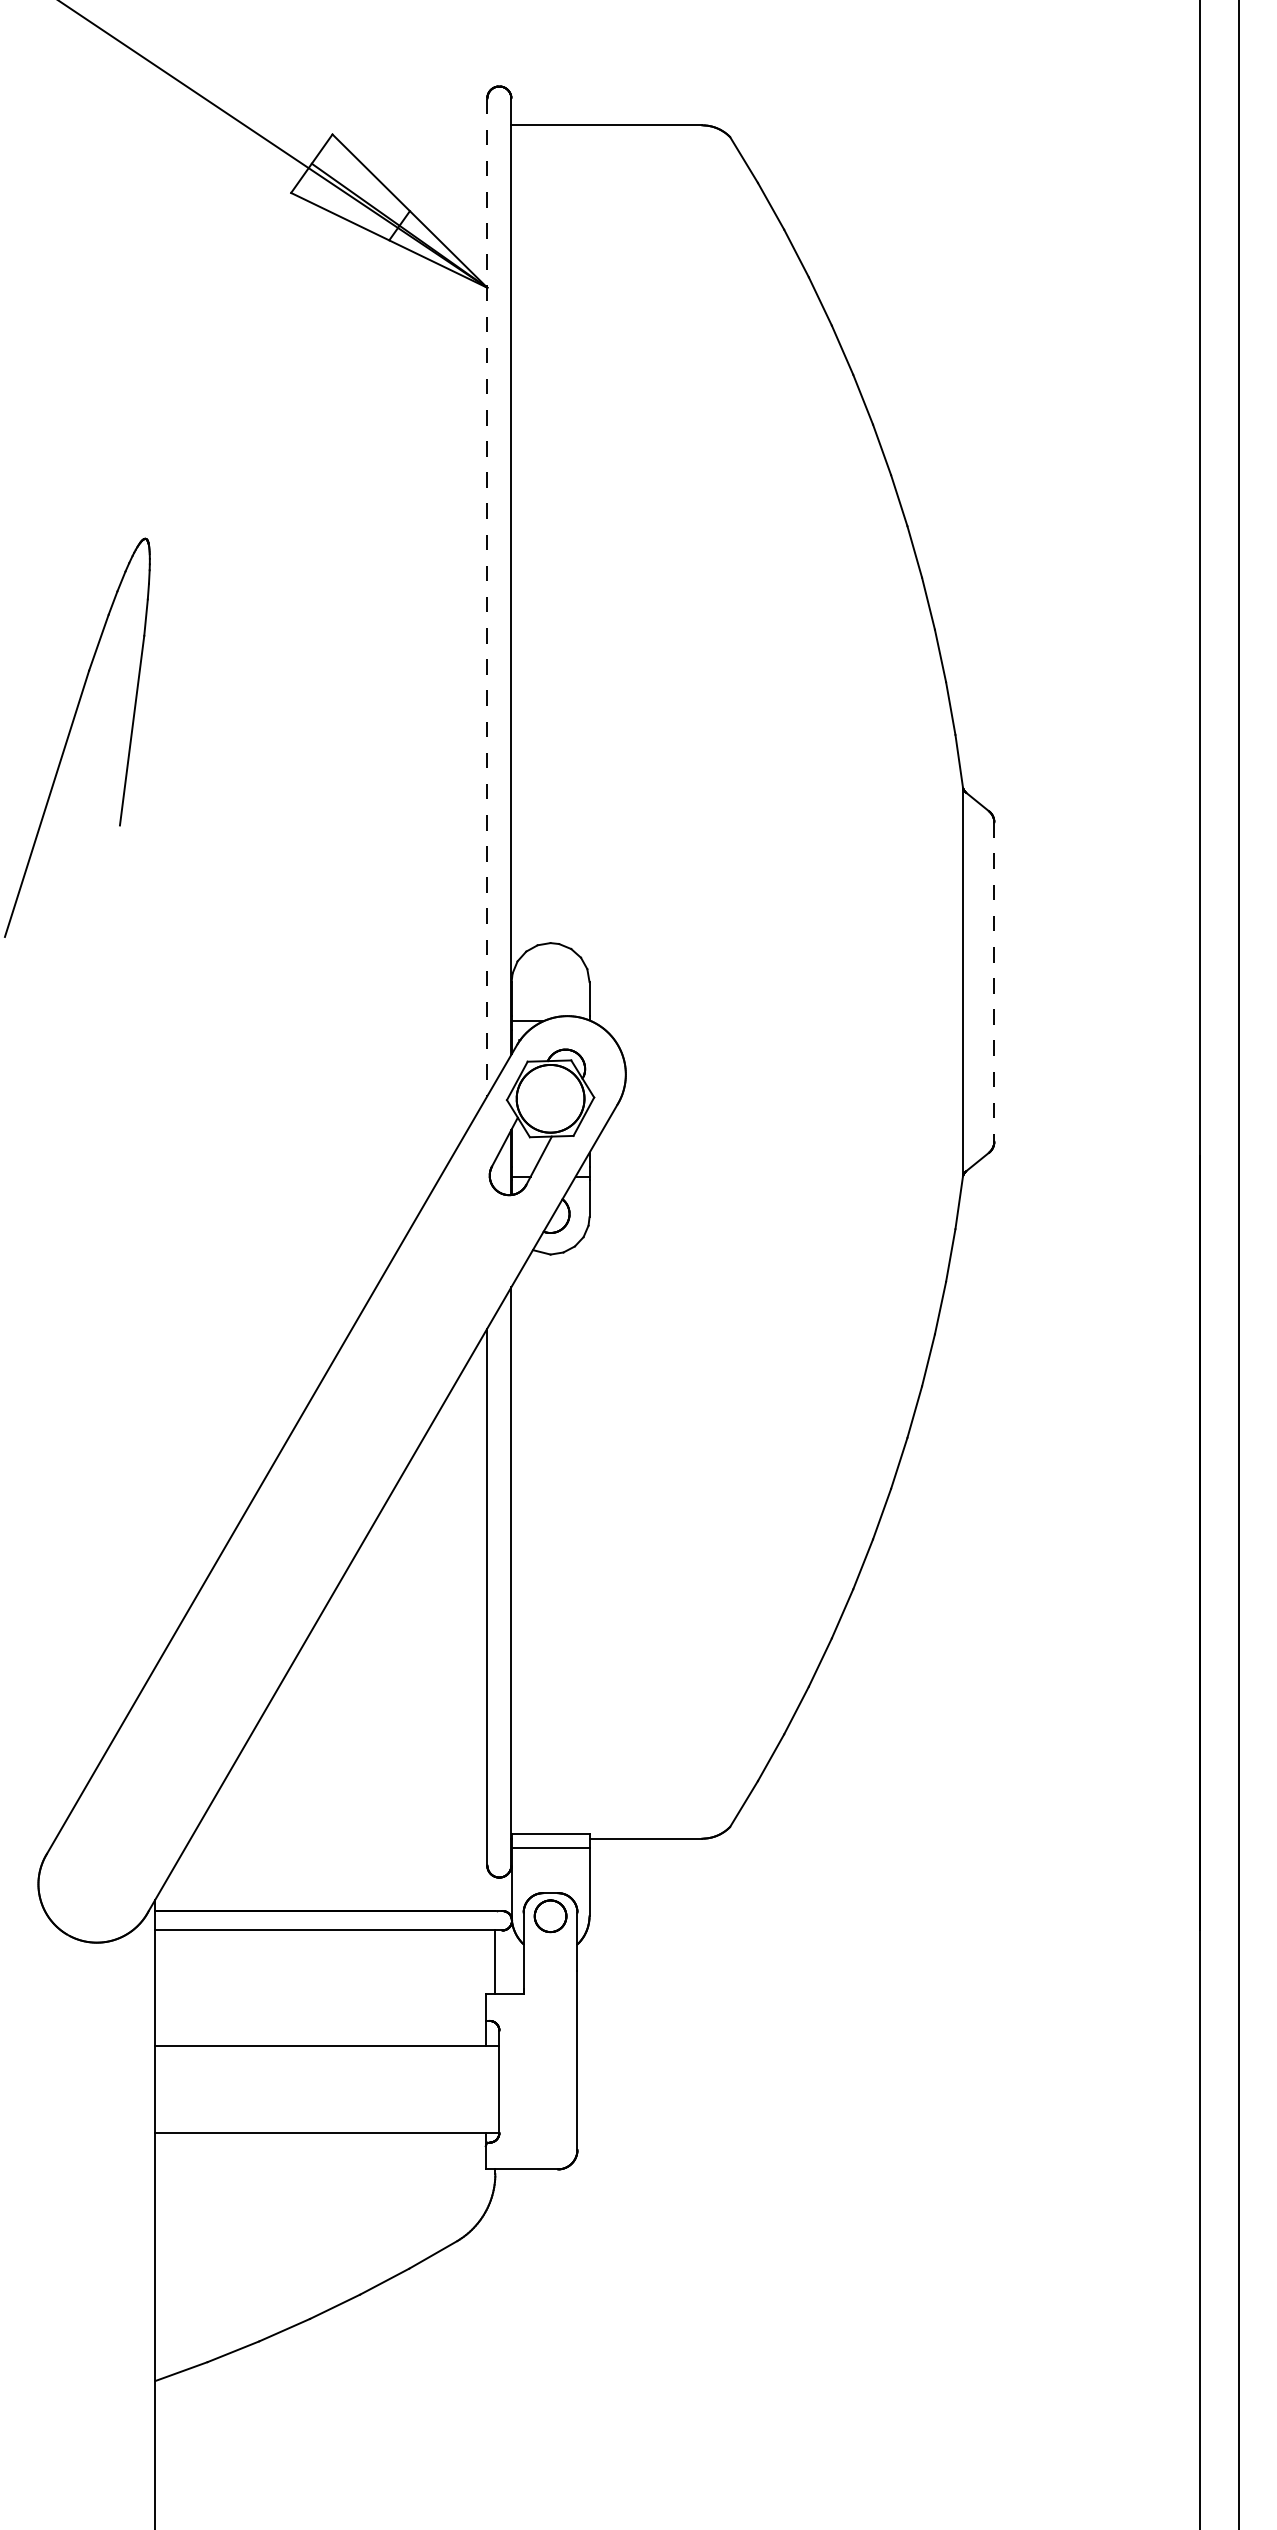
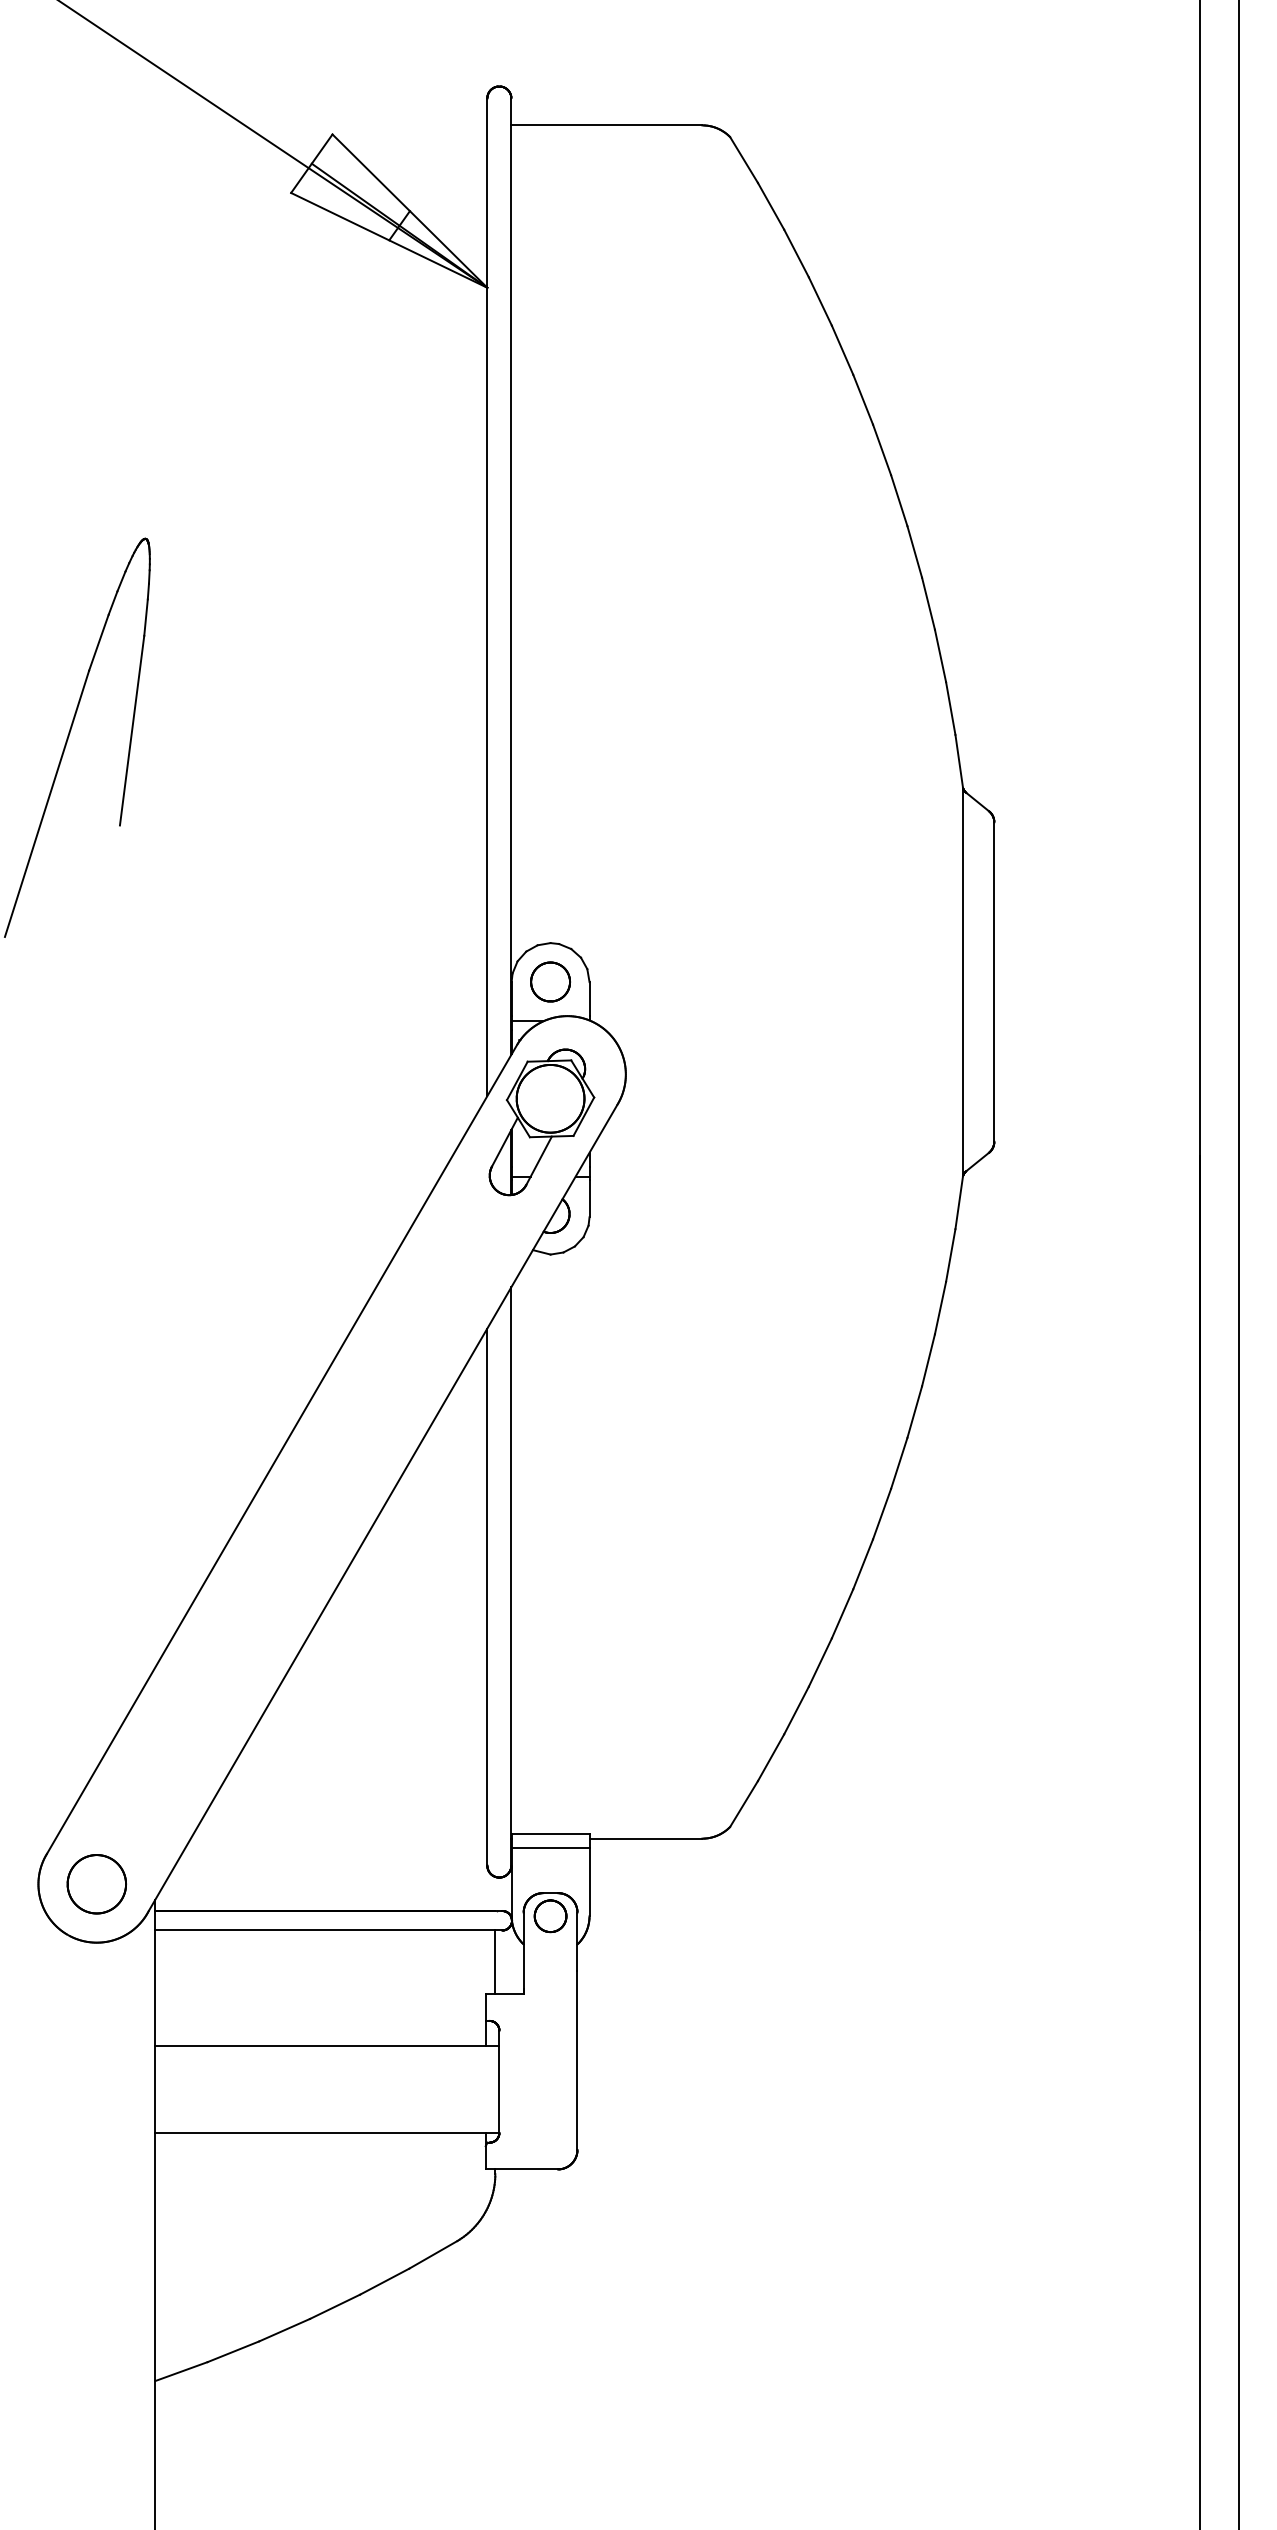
line at (487, 597): dashed -> solid
part at (550, 981): none -> present
line at (994, 982): dashed -> solid
part at (96, 1884): none -> present
